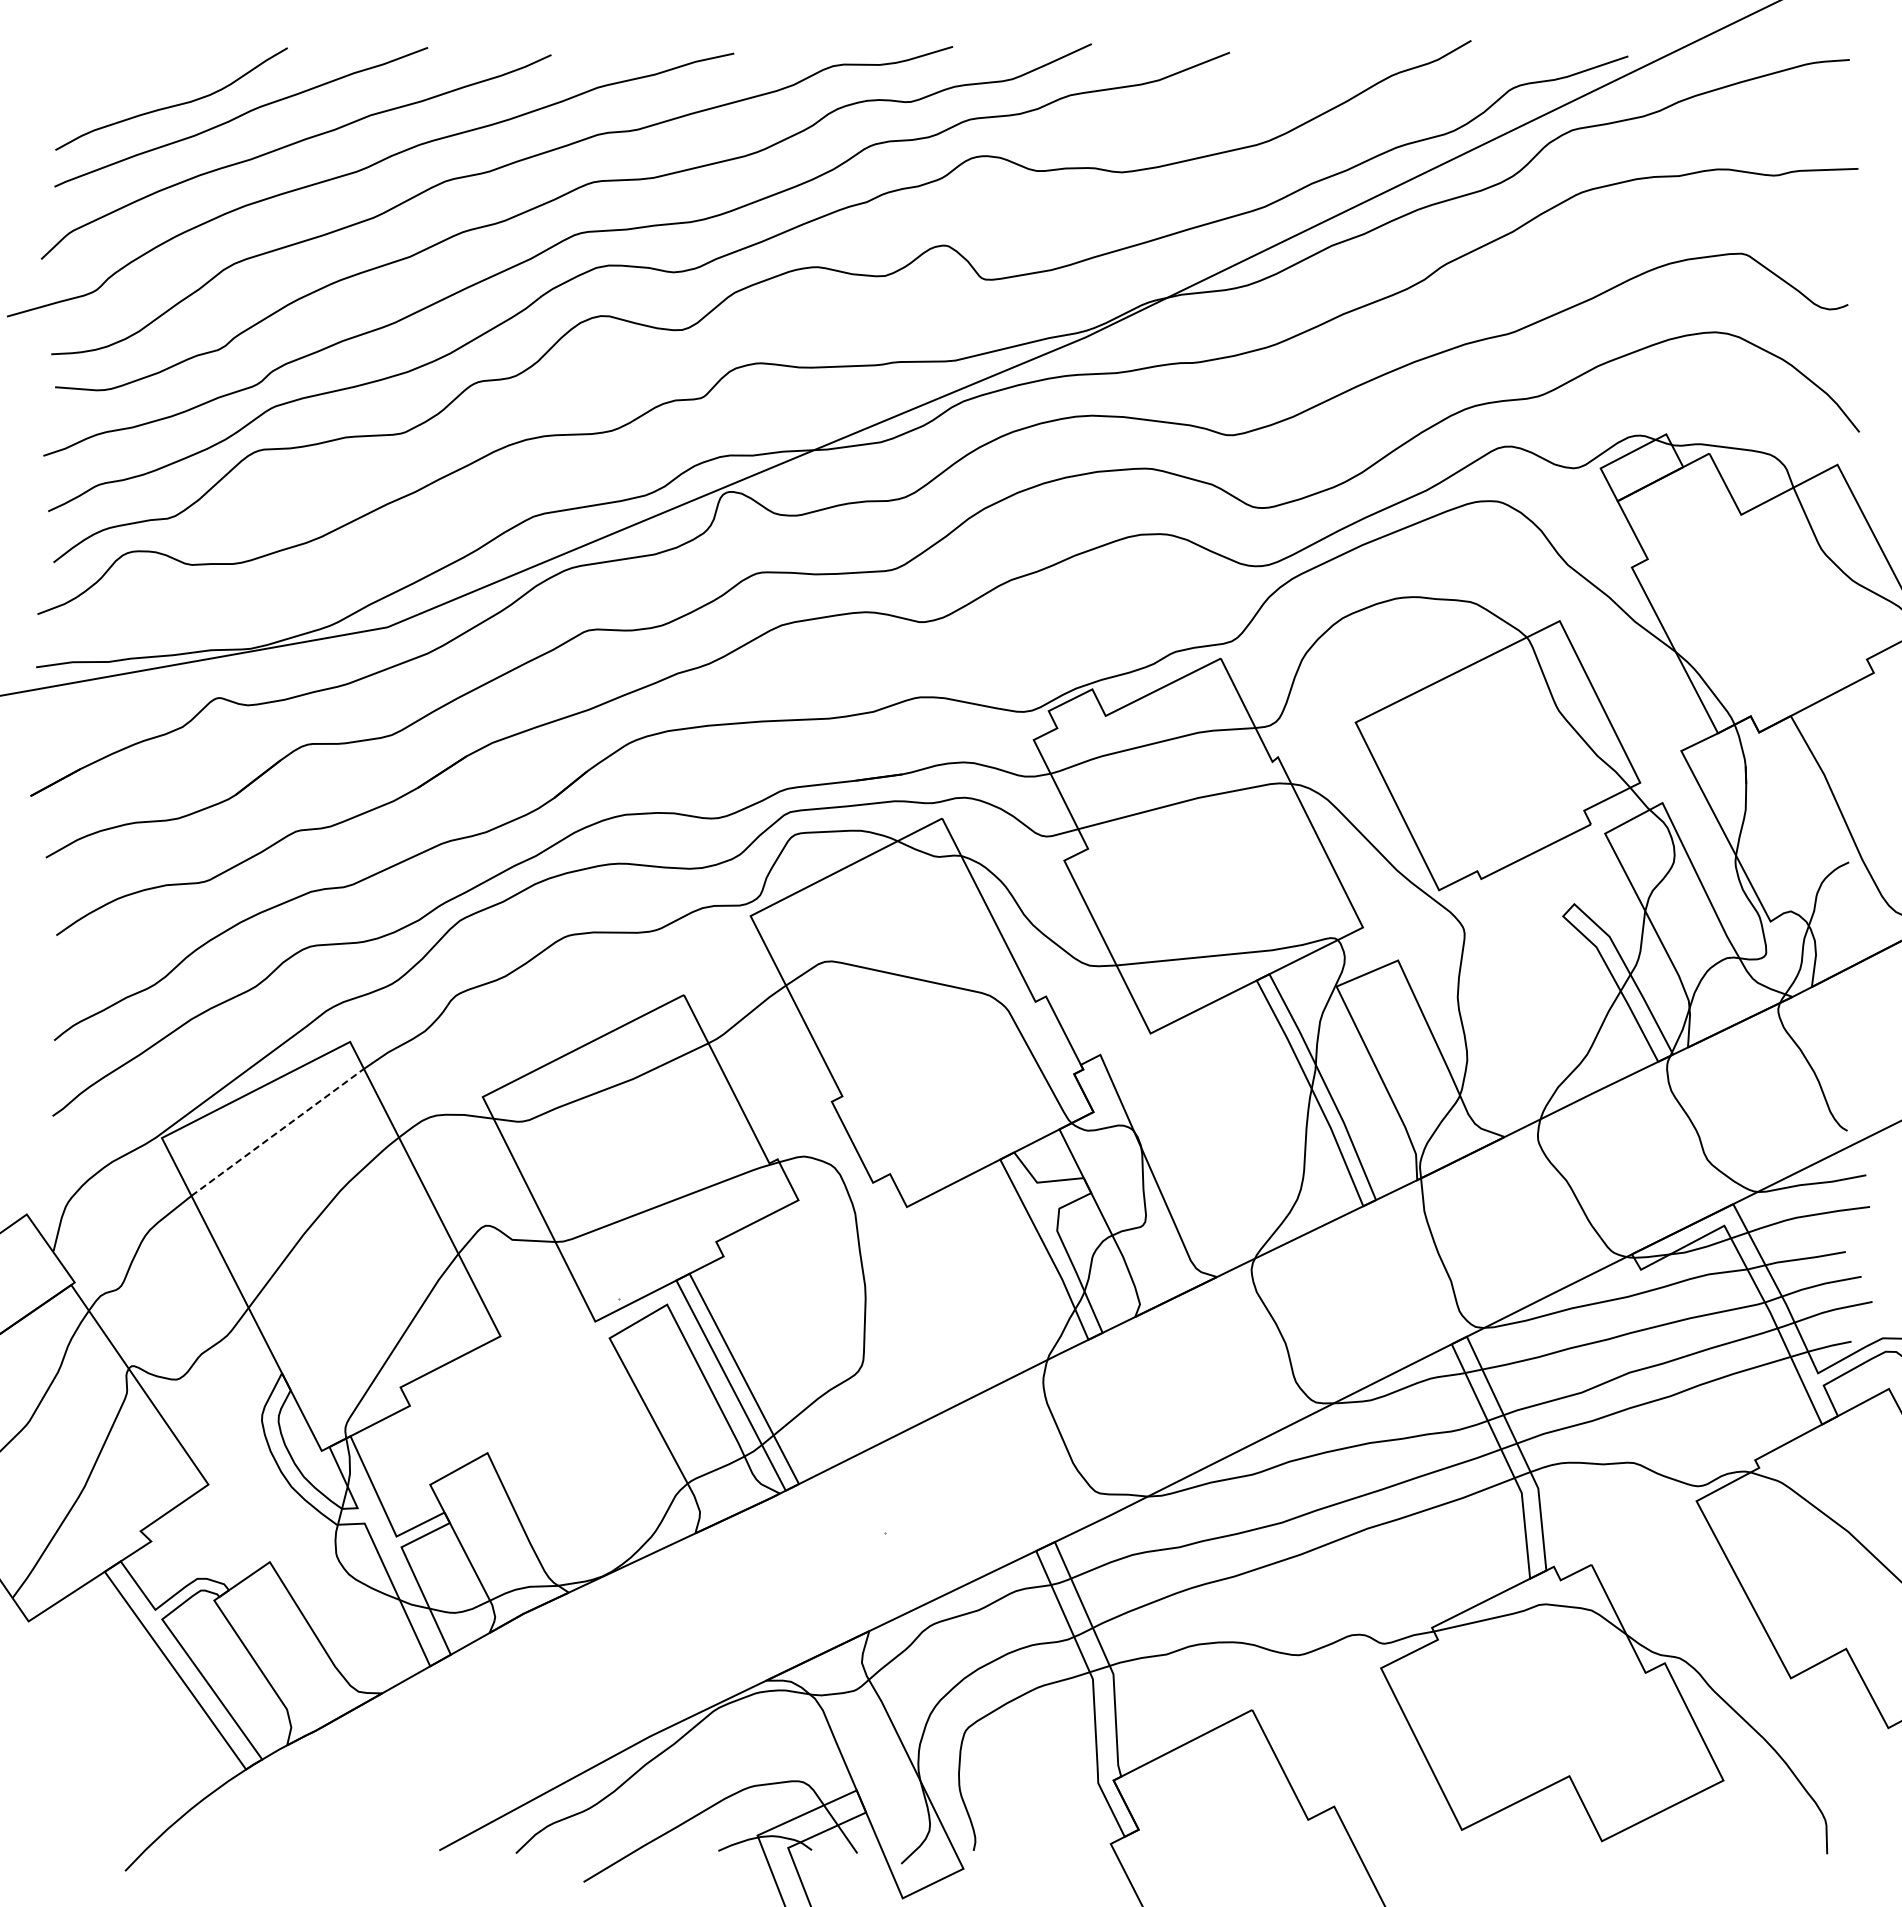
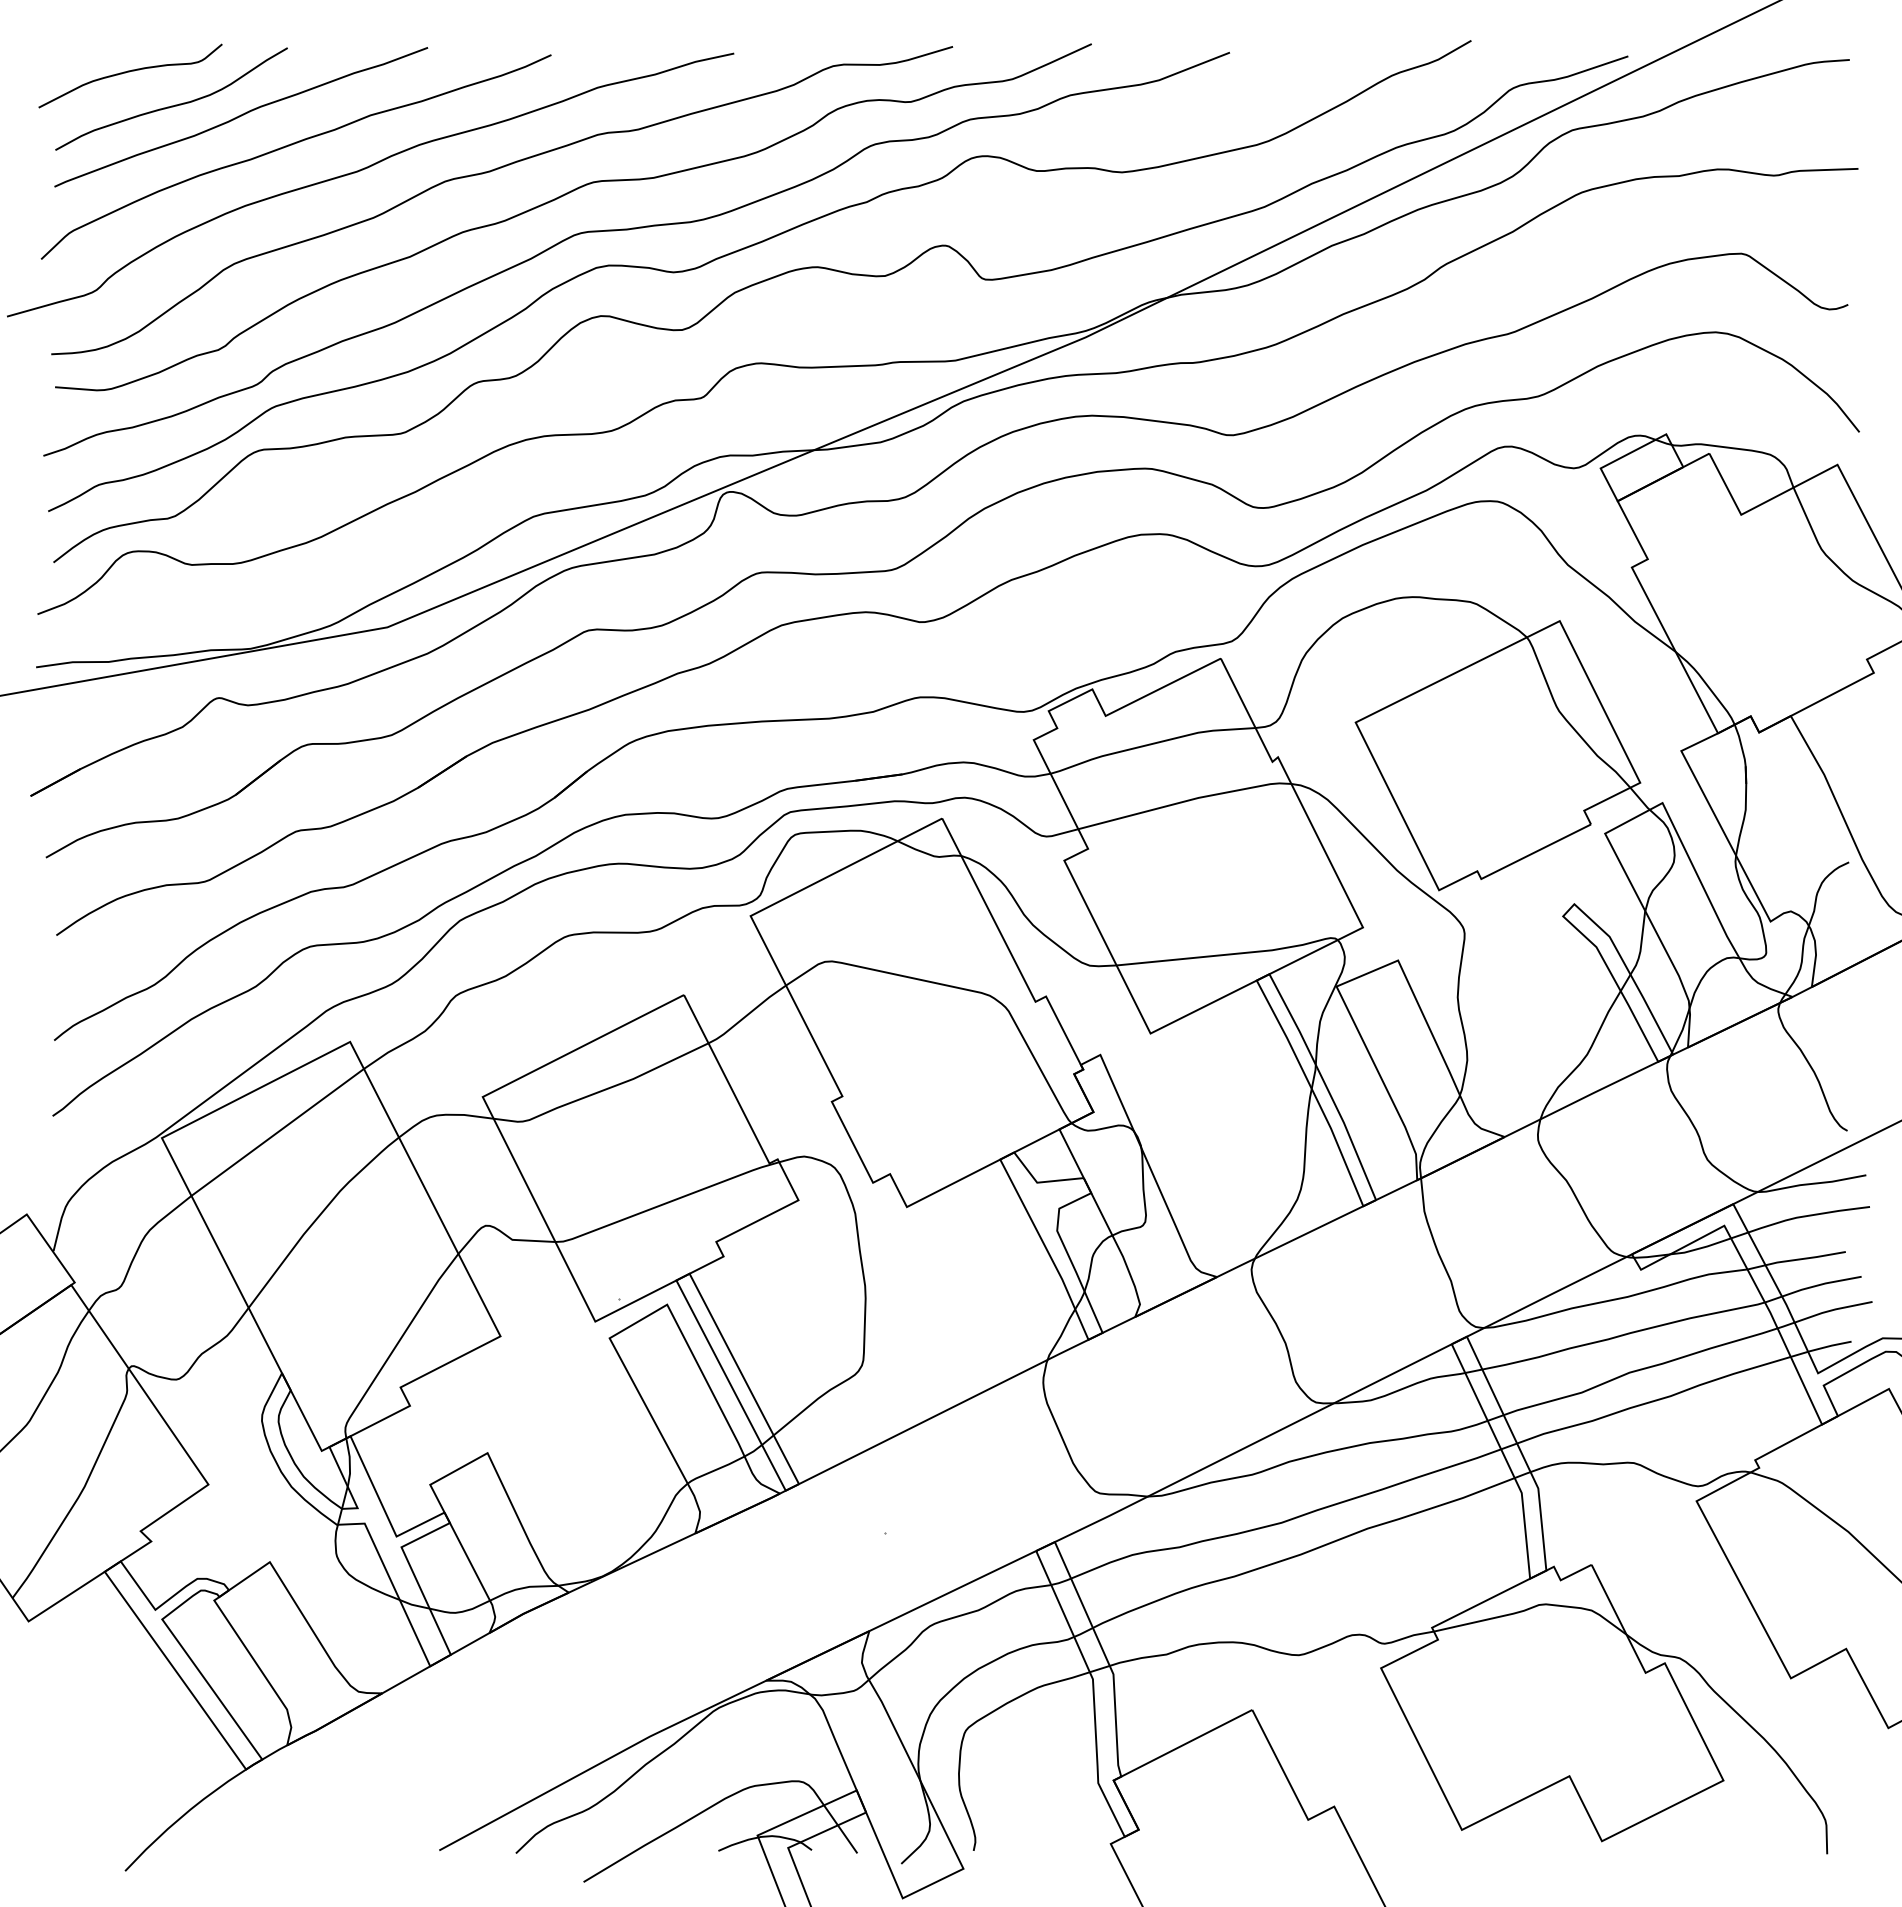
curve at (129, 72): none -> present
line at (278, 1132): dashed -> solid
